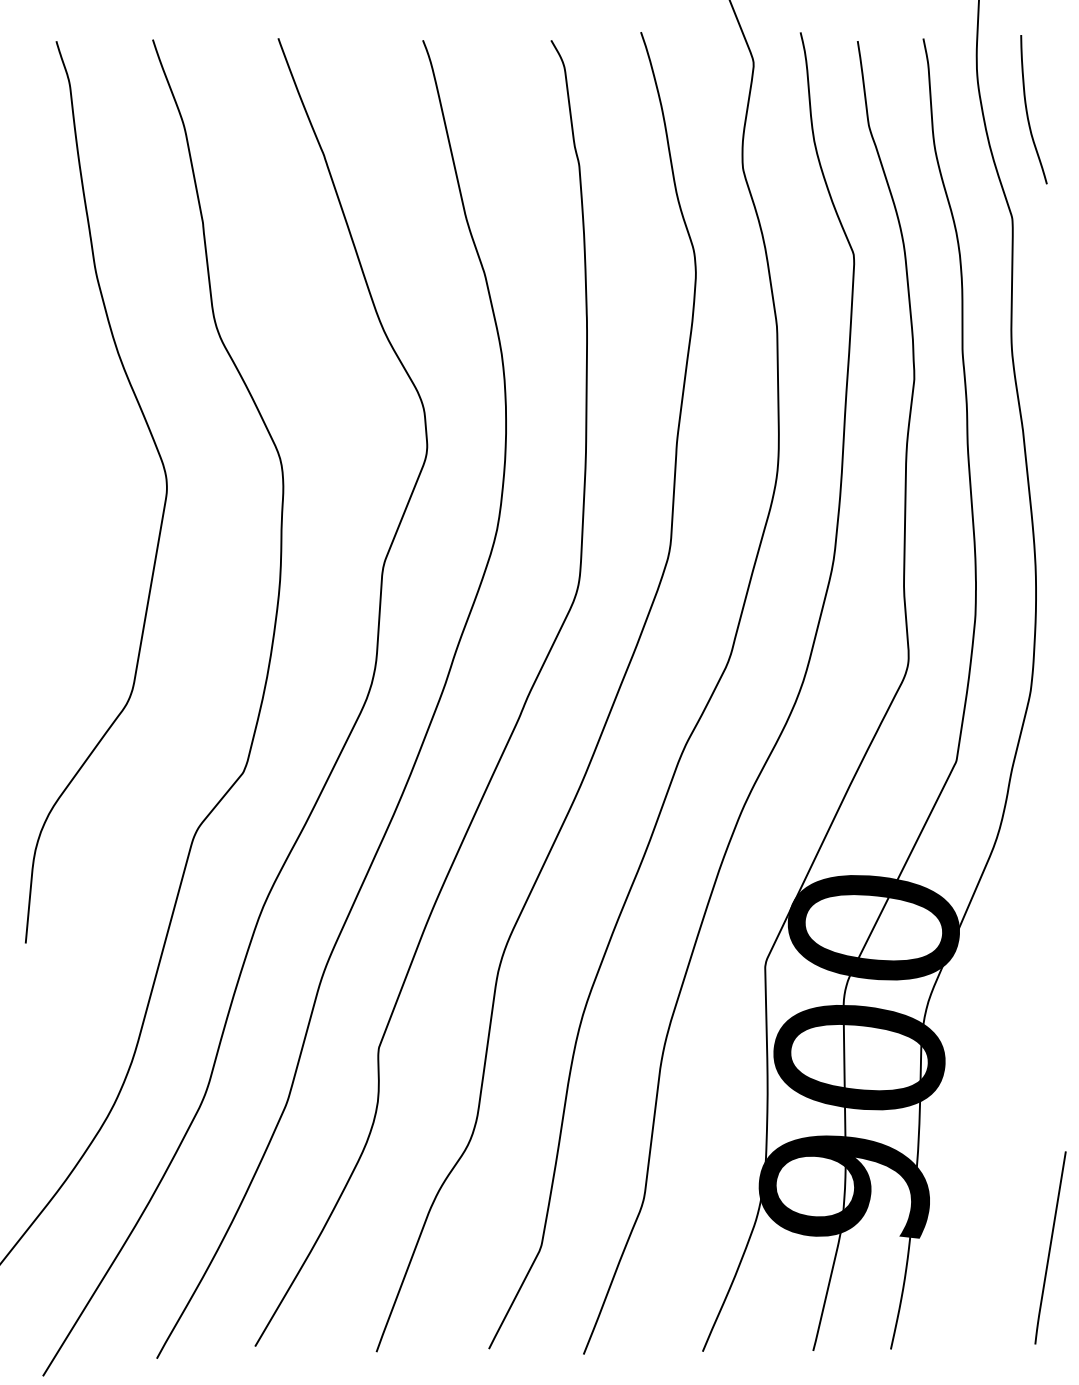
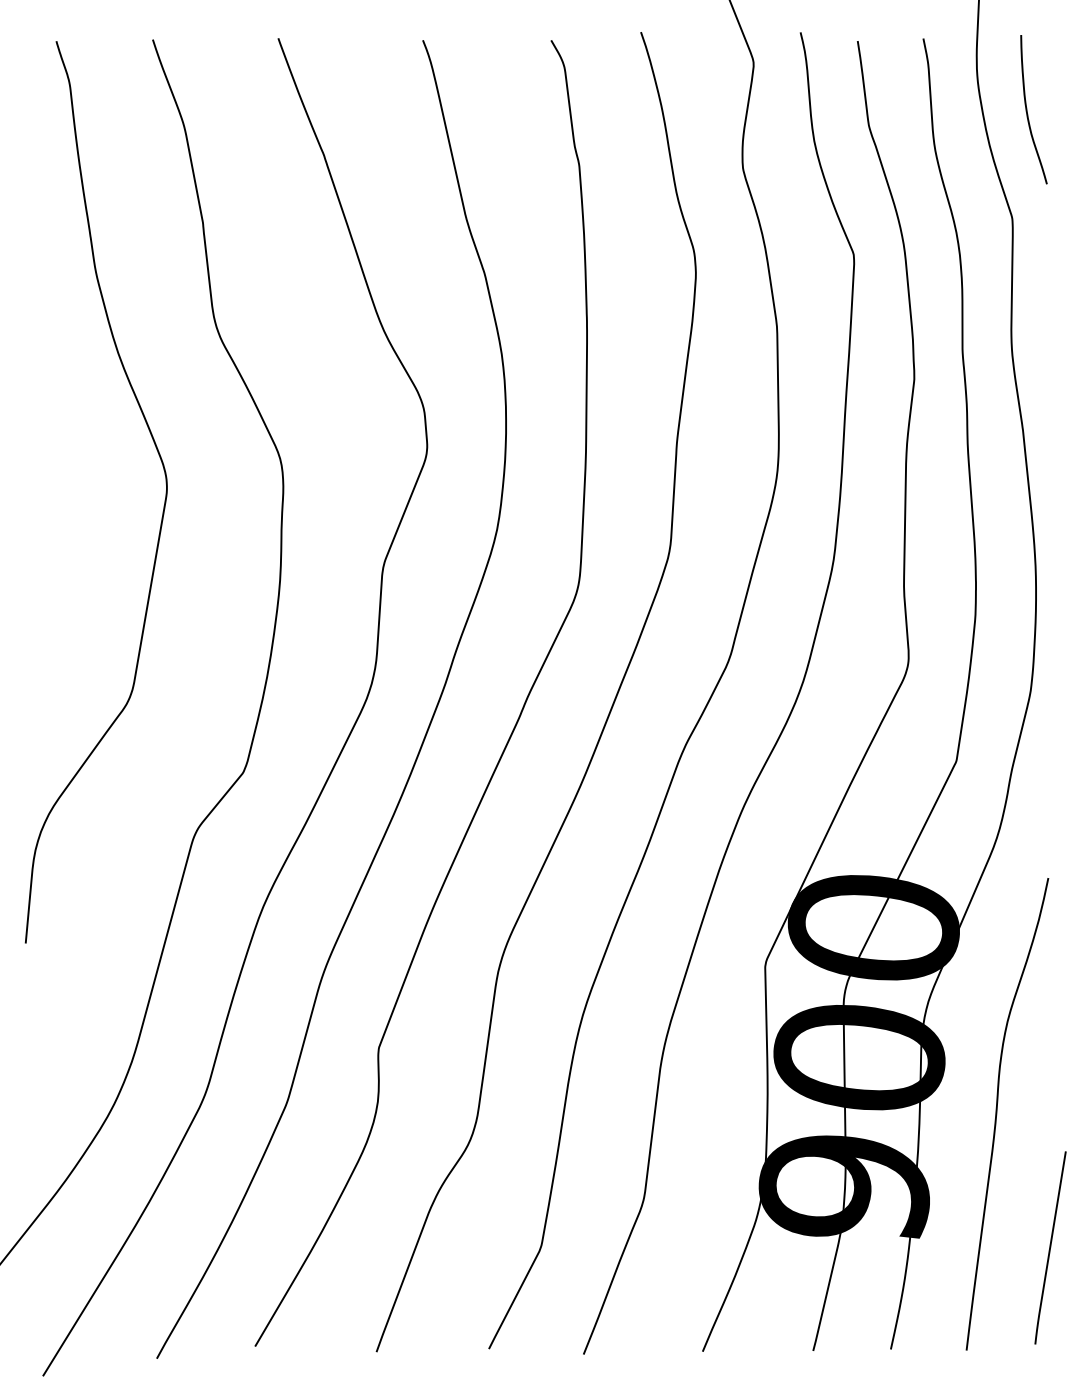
curve at (997, 1114): none -> present
